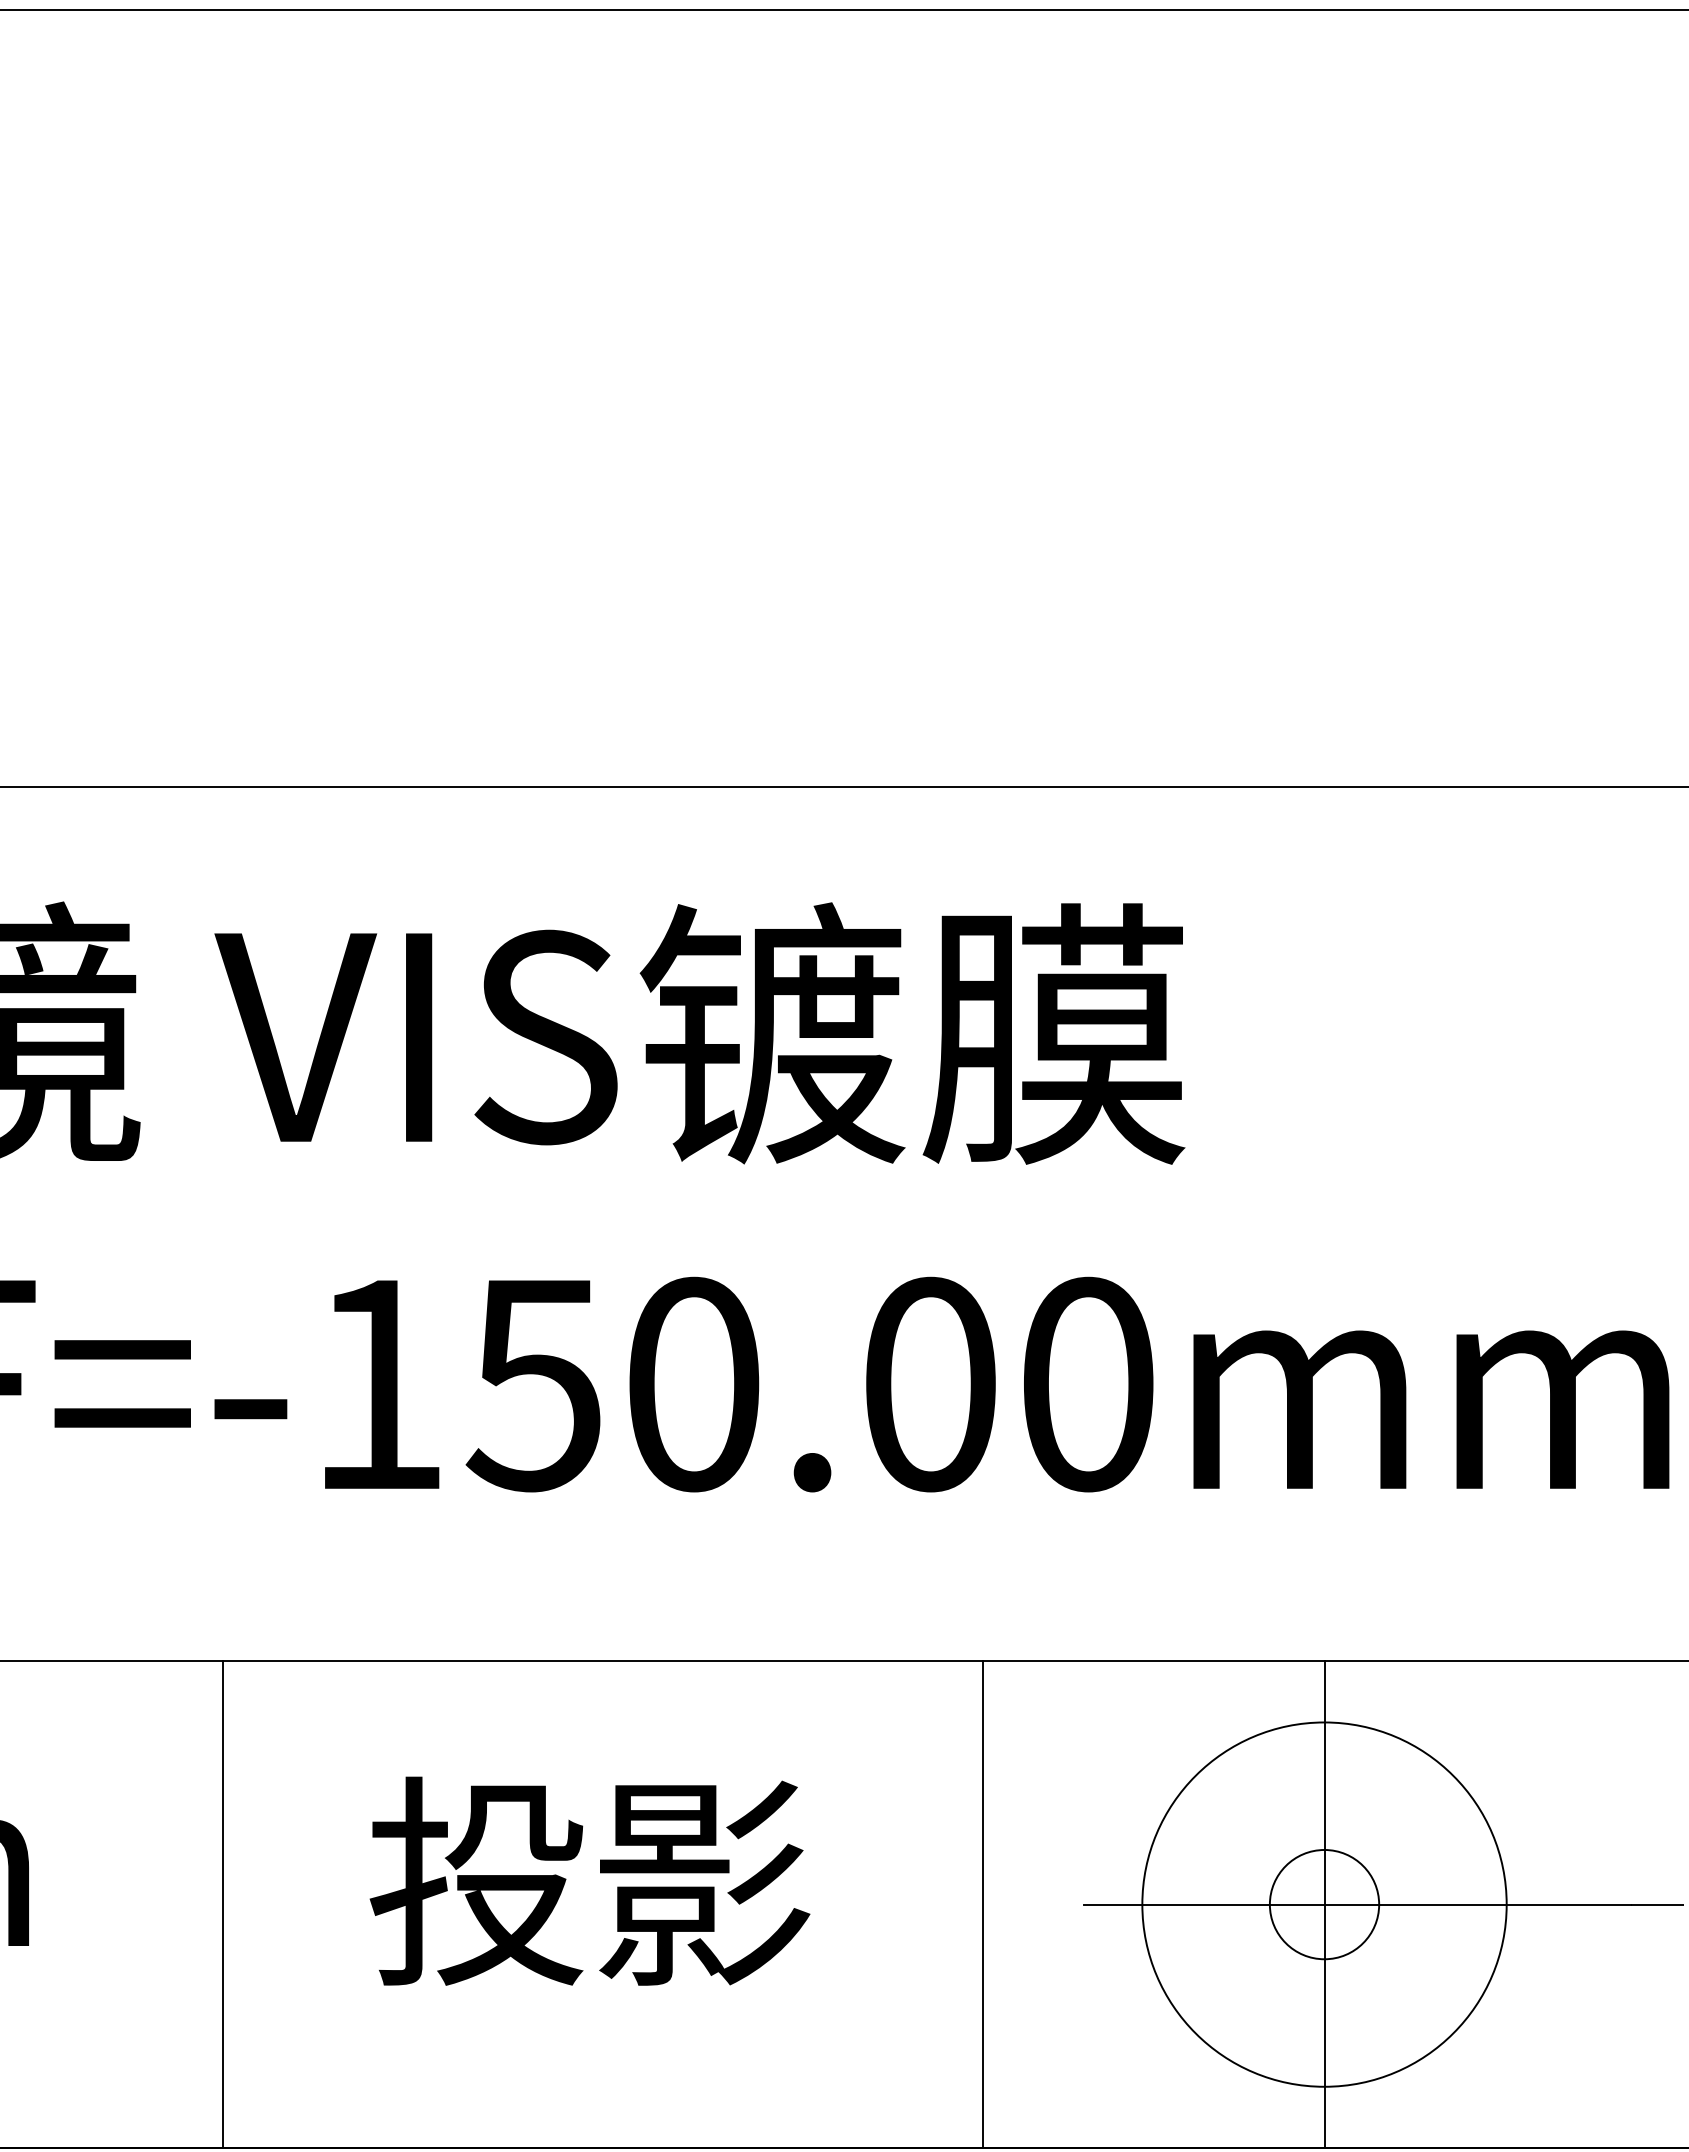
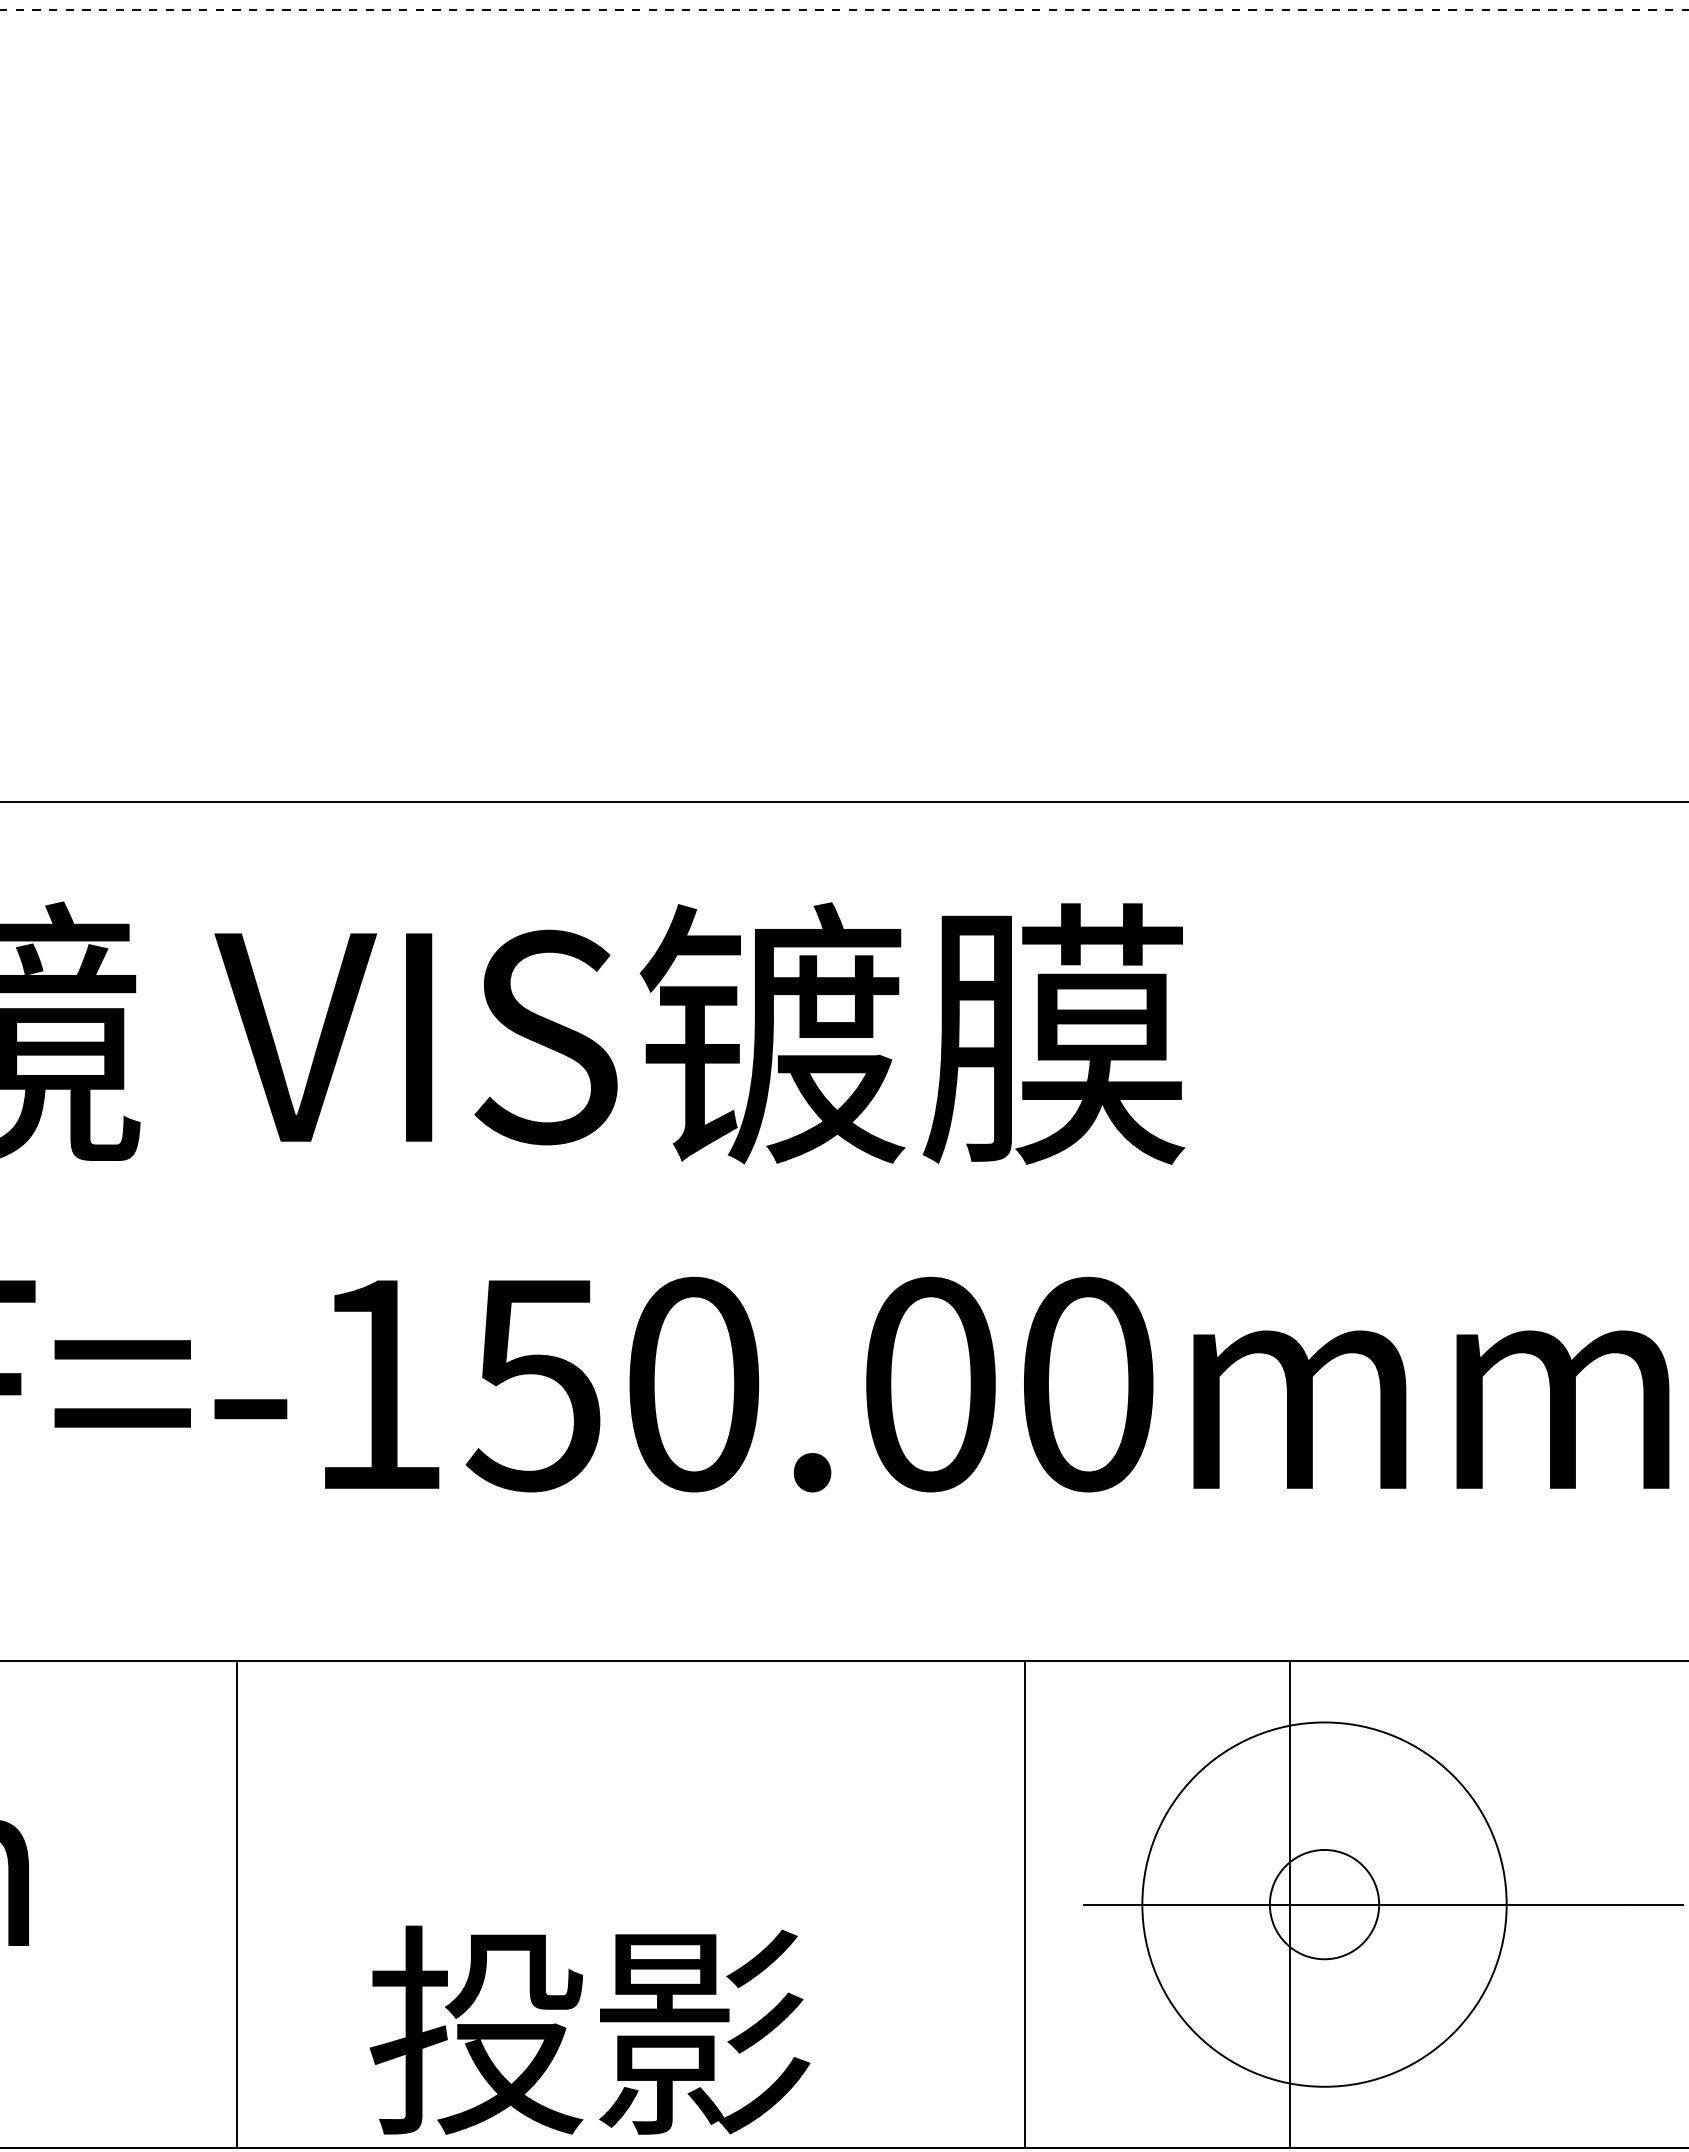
line at (845, 10): solid -> dashed
line at (843, 787) position: (843, 787) -> (843, 802)
text at (589, 1880) position: (589, 1880) -> (589, 2029)
line at (222, 1904) position: (222, 1904) -> (236, 1904)
line at (983, 1904) position: (983, 1904) -> (1025, 1904)
line at (1324, 1904) position: (1324, 1904) -> (1289, 1904)
